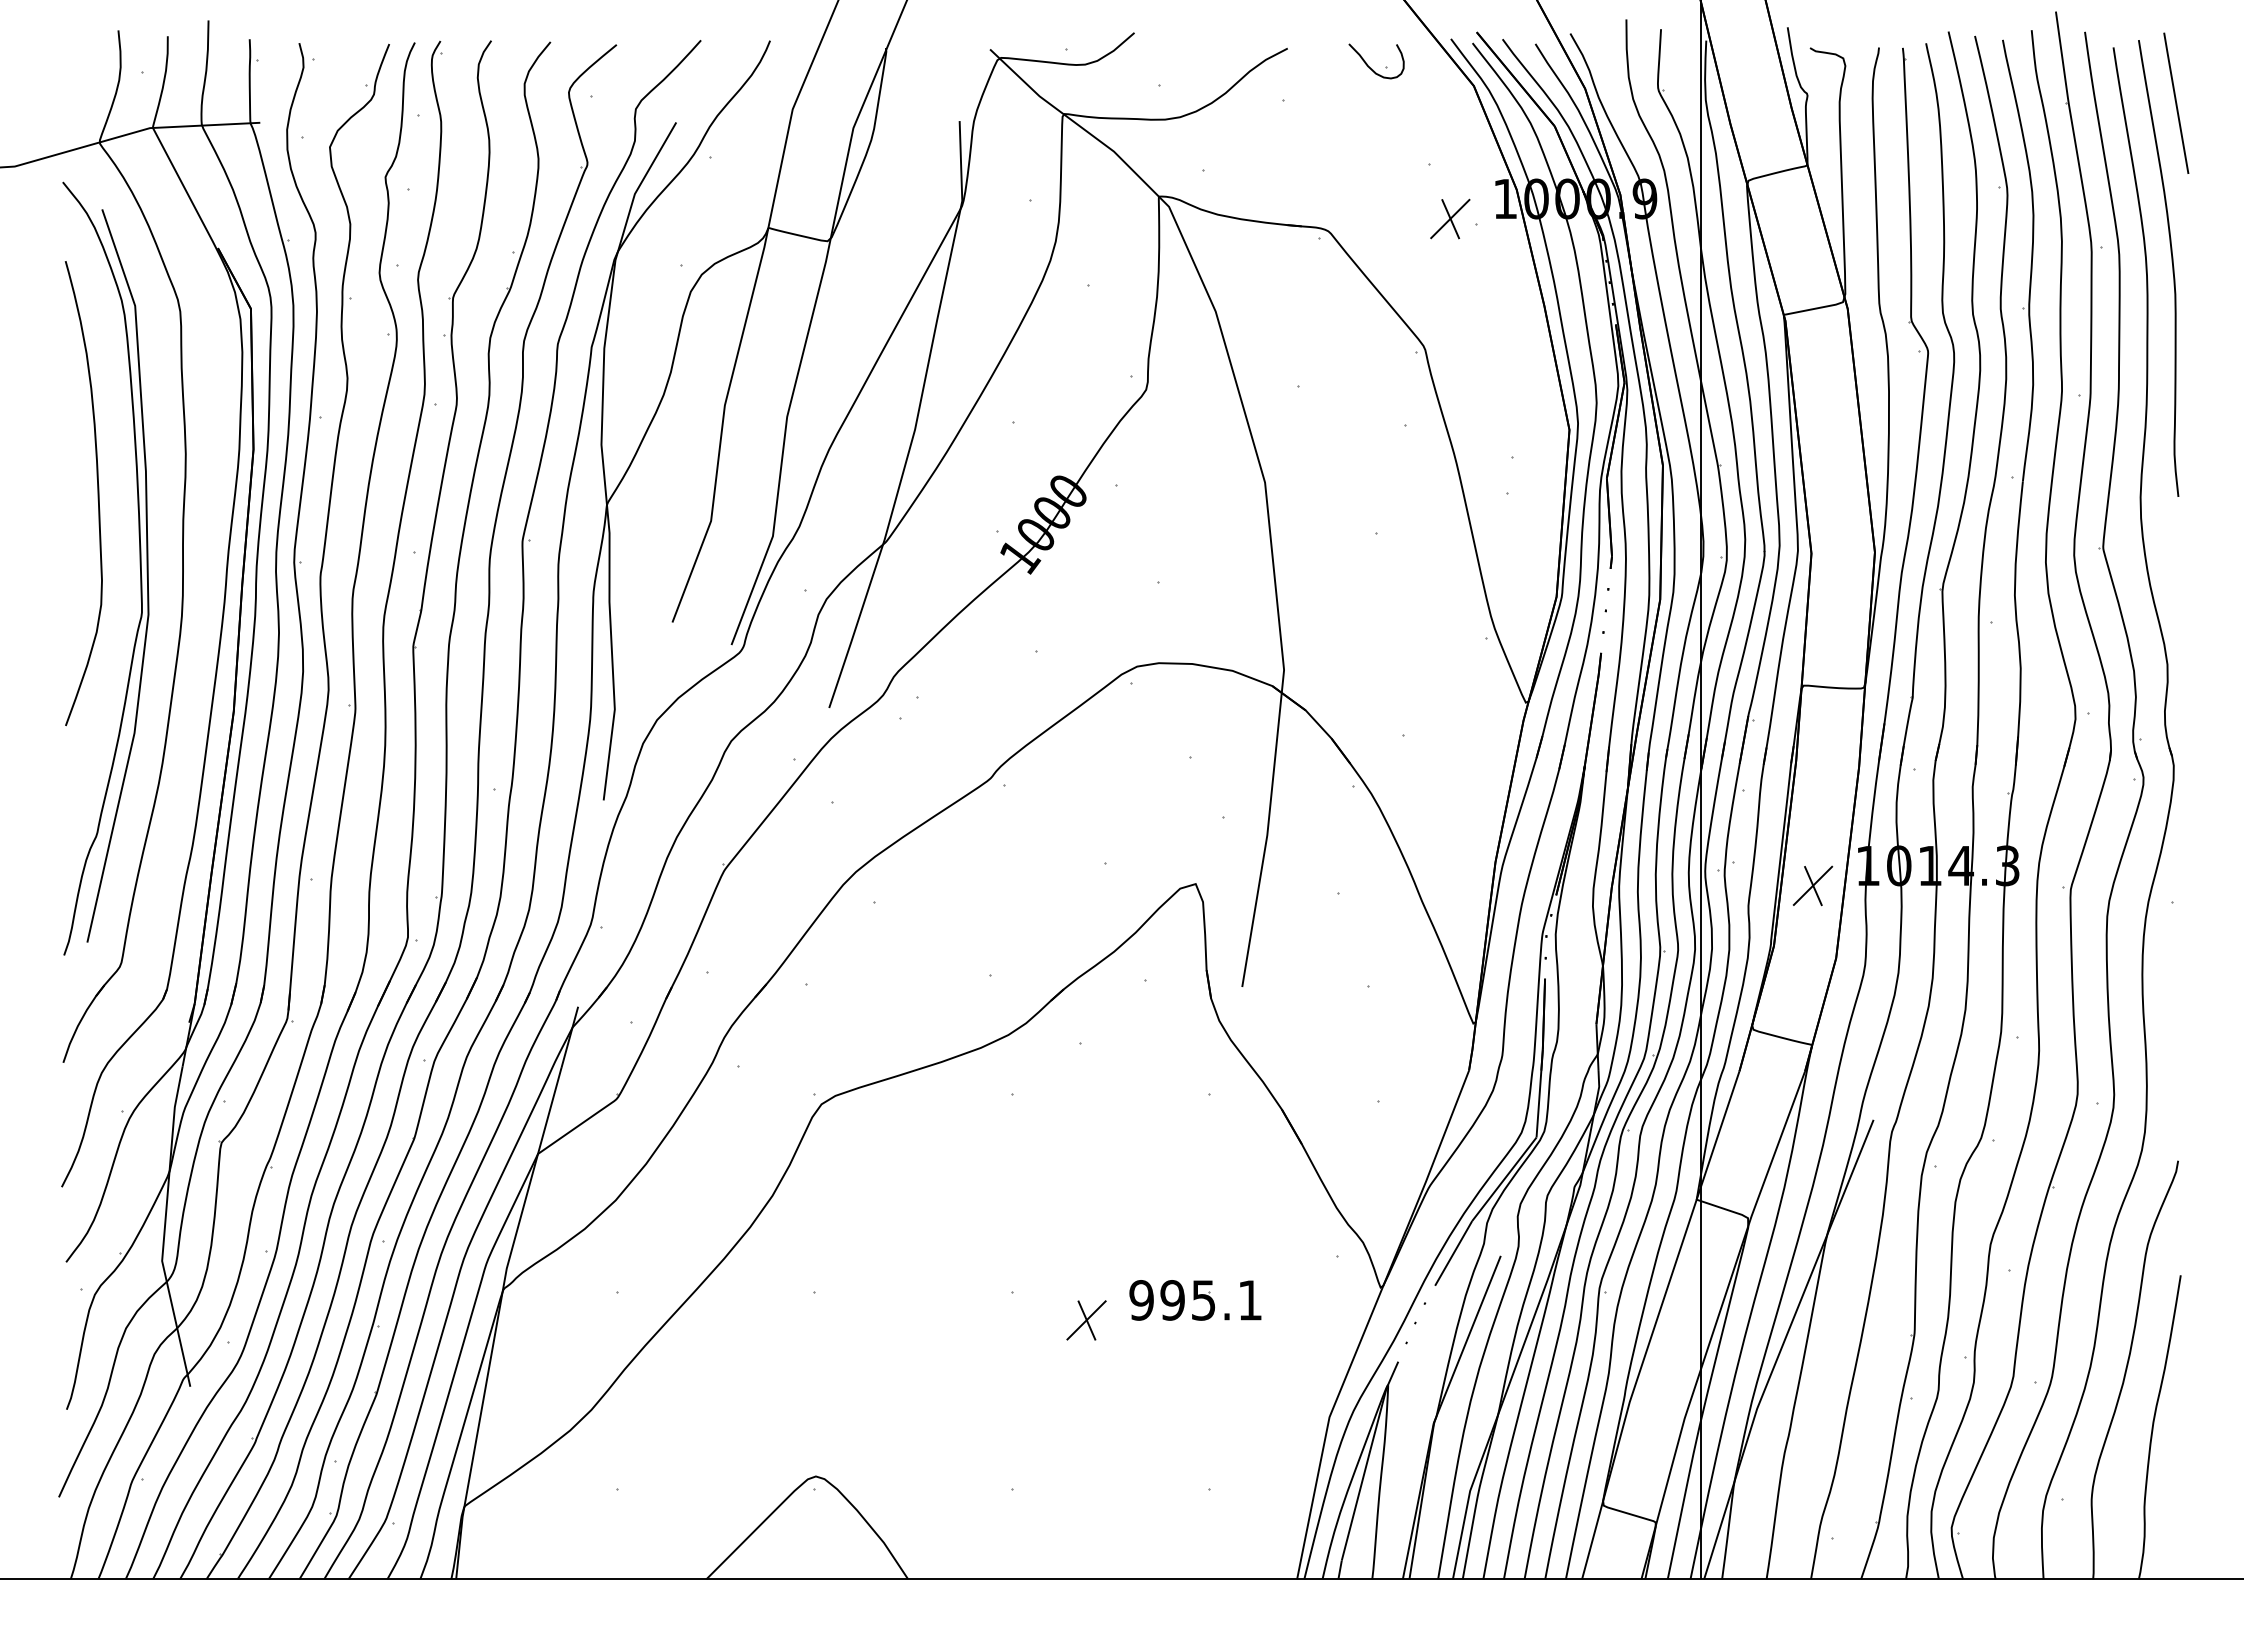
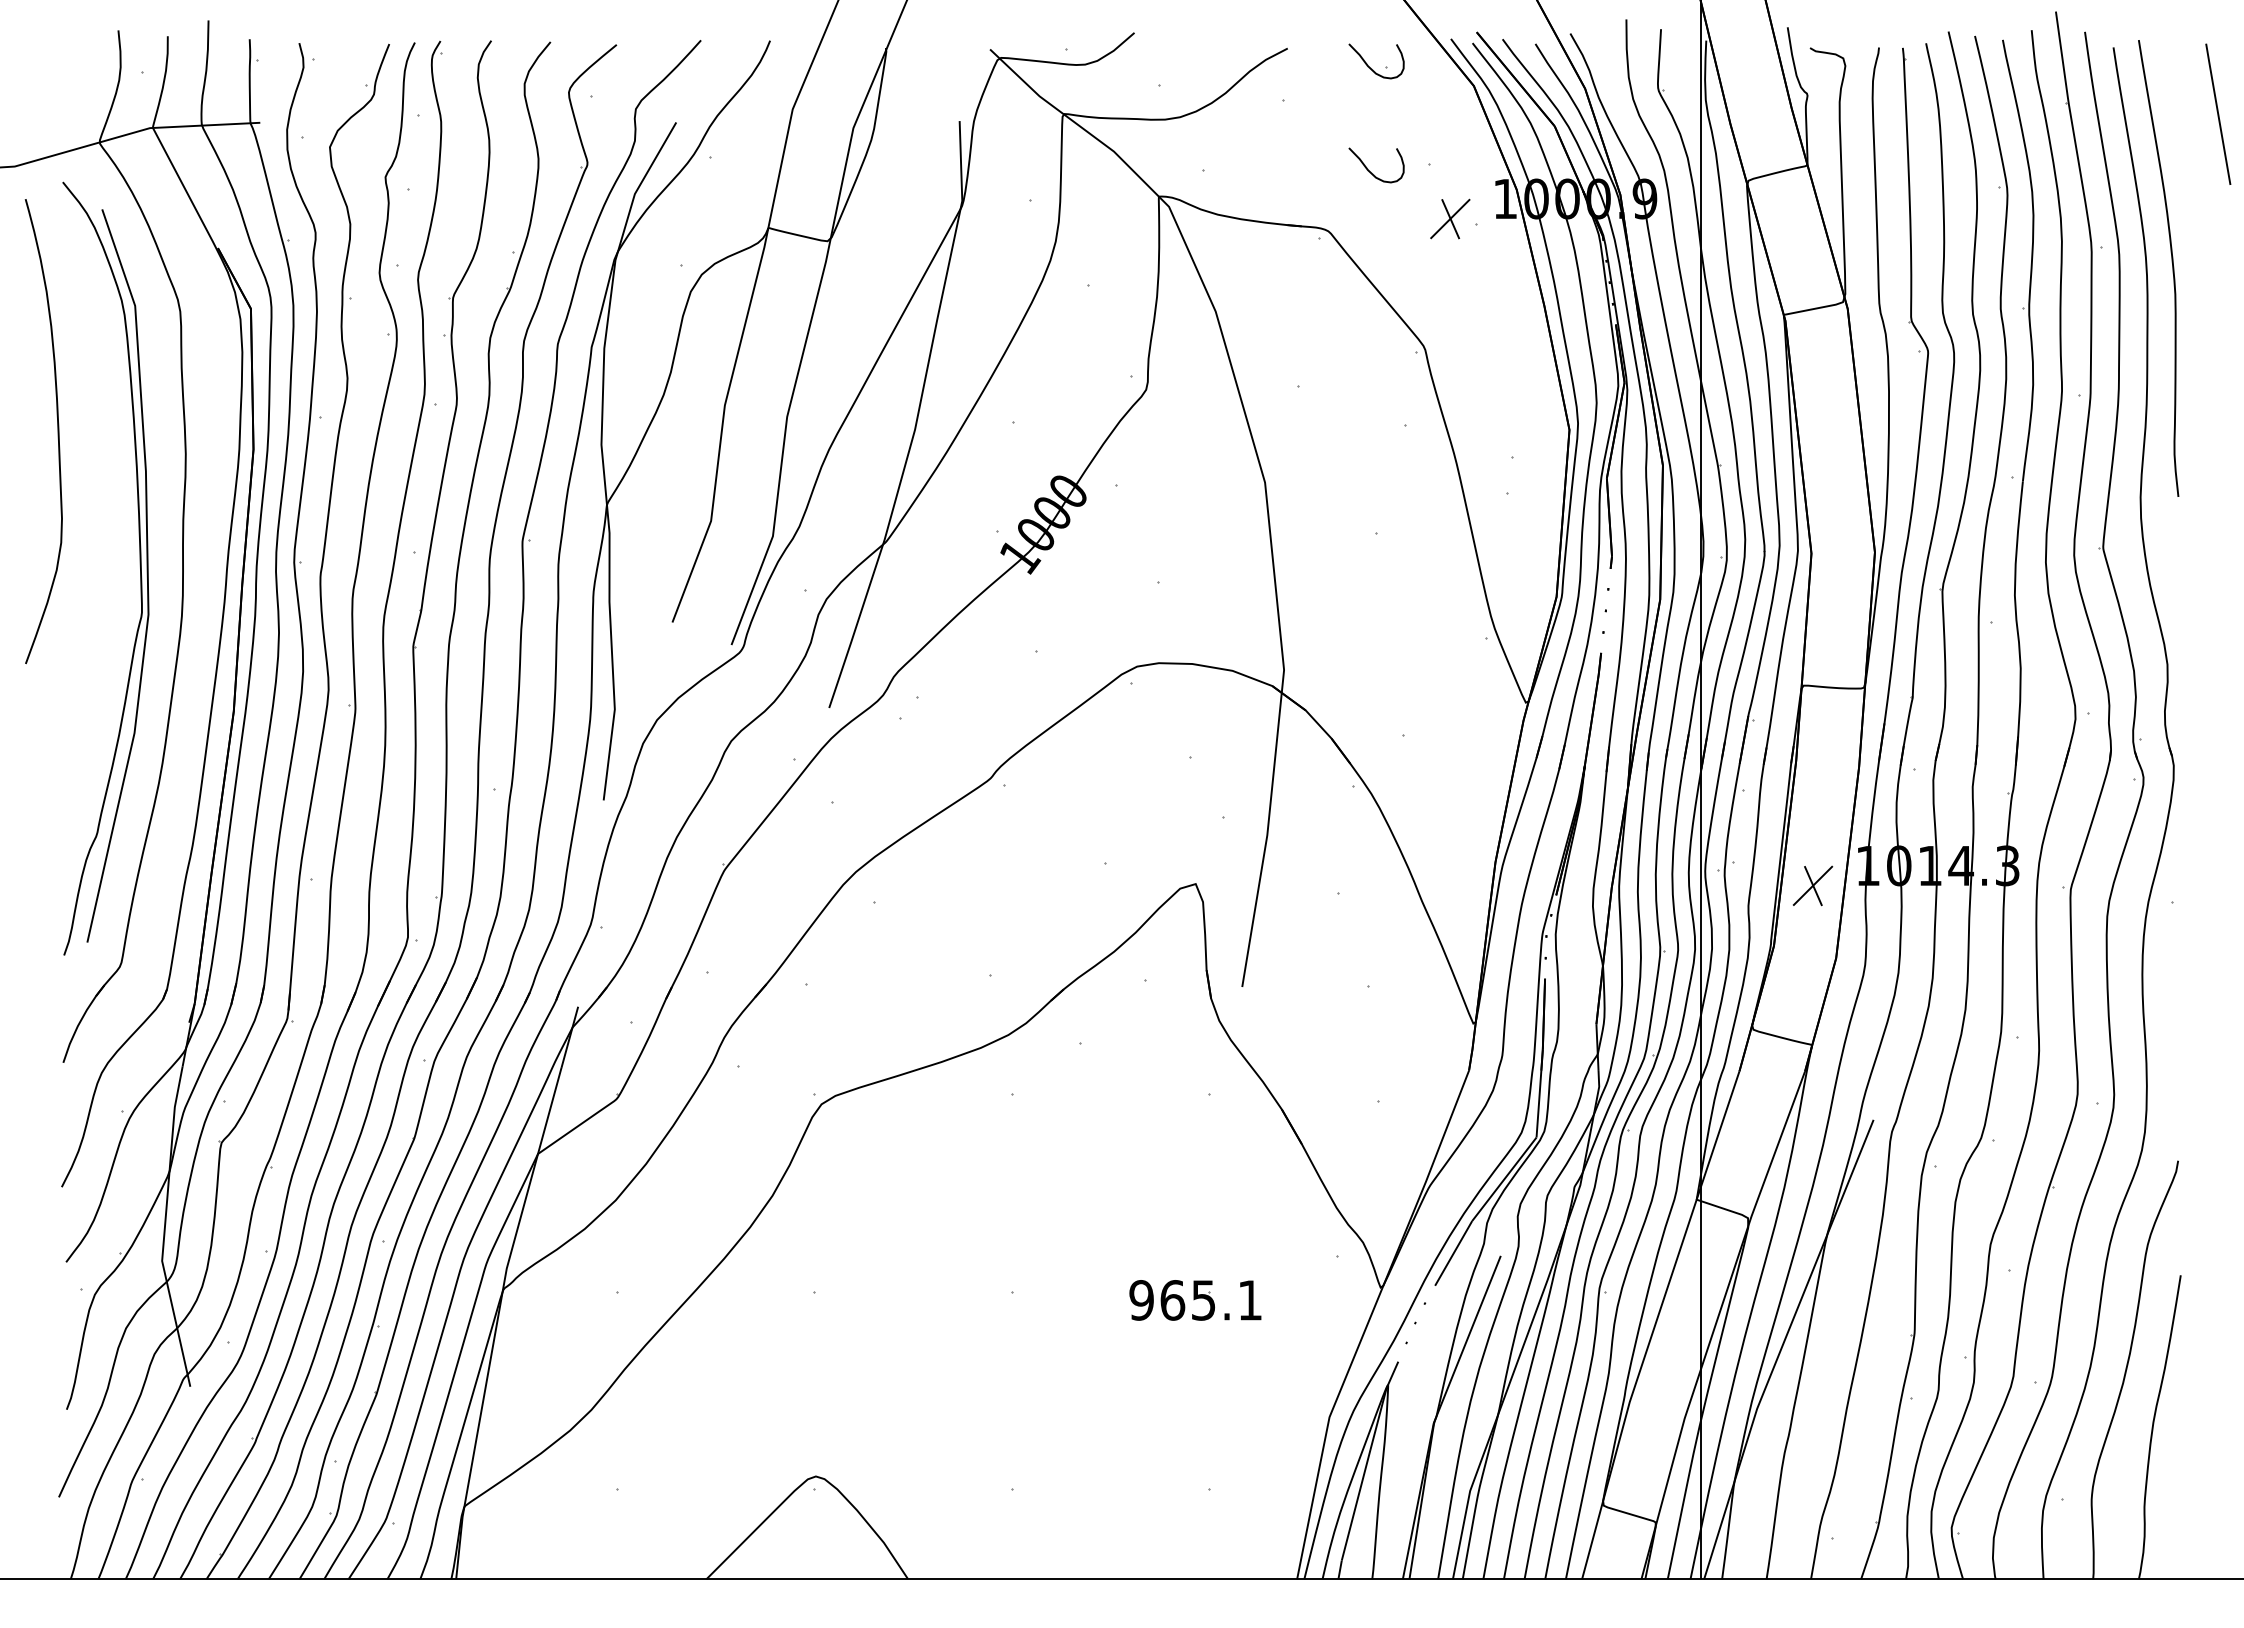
line at (2176, 102) position: (2176, 102) -> (2218, 113)
curve at (1370, 171): none -> present
curve at (97, 493) position: (97, 493) -> (57, 431)
text at (1172, 1300): 995.1 -> 965.1
part at (1086, 1320): present -> none
